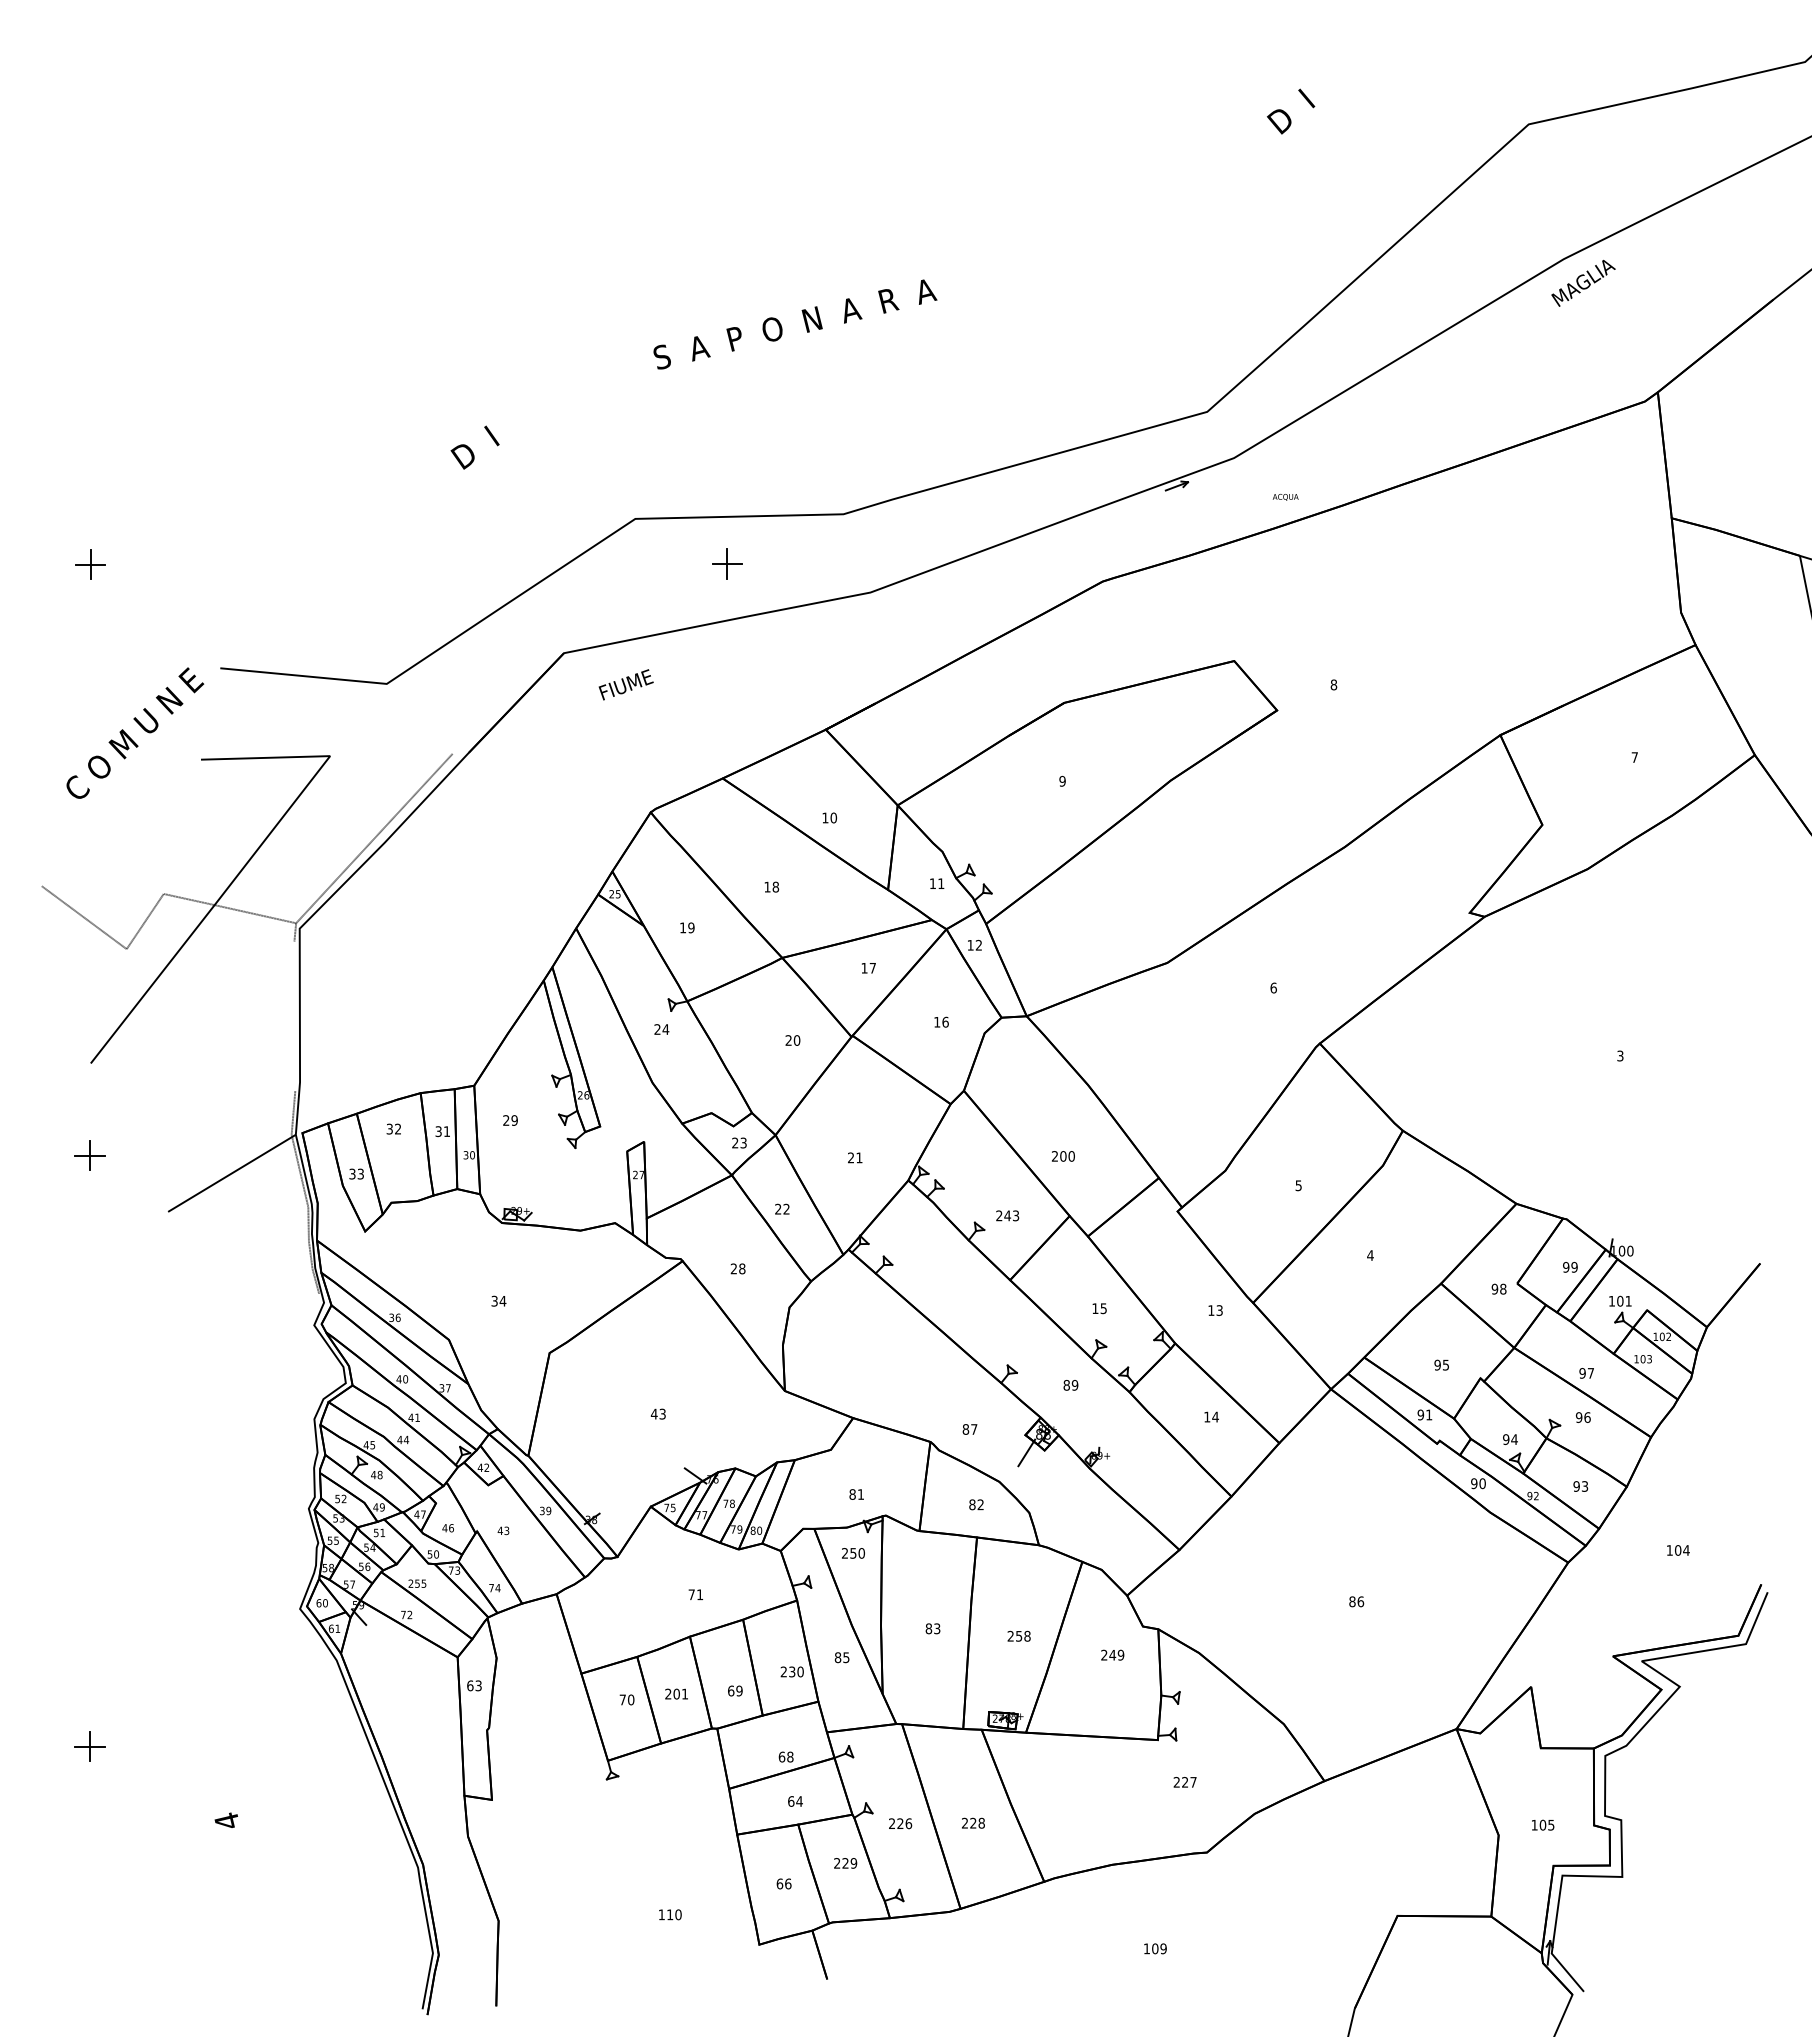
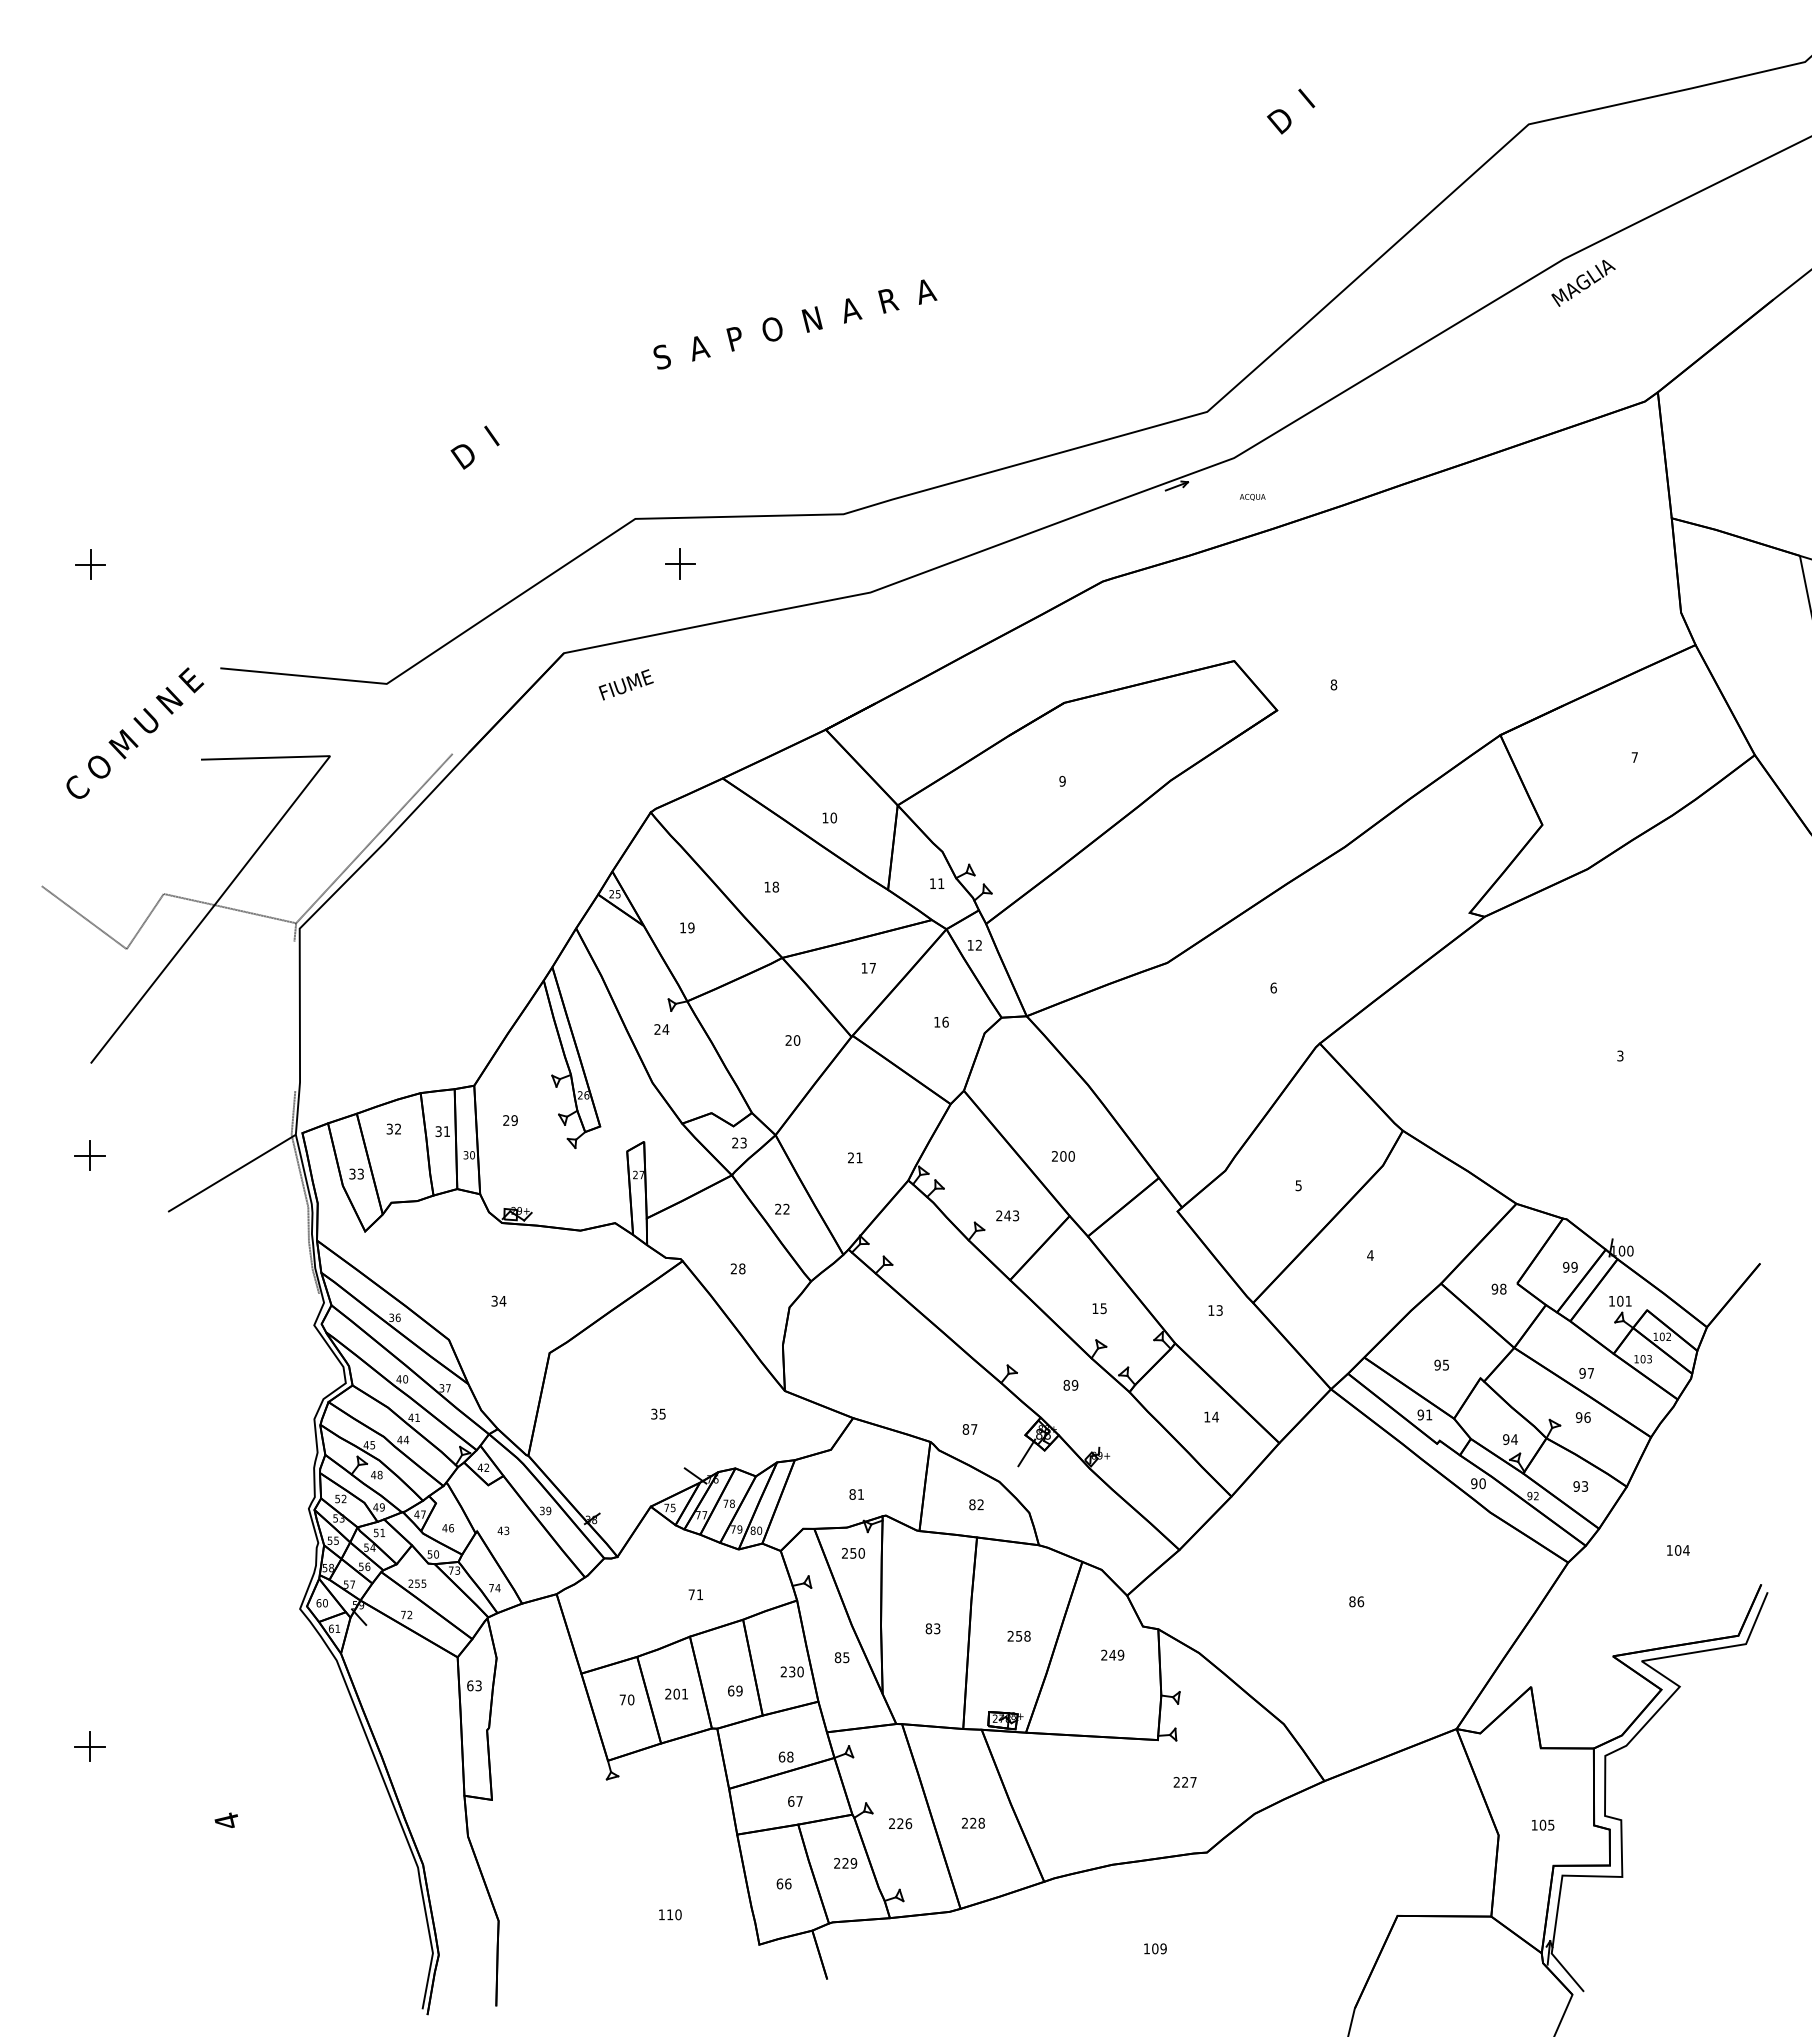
text at (1285, 497) position: (1285, 497) -> (1252, 497)
part at (727, 563) position: (727, 563) -> (680, 563)
text at (657, 1413): 43 -> 35
text at (799, 1801): 64 -> 67
